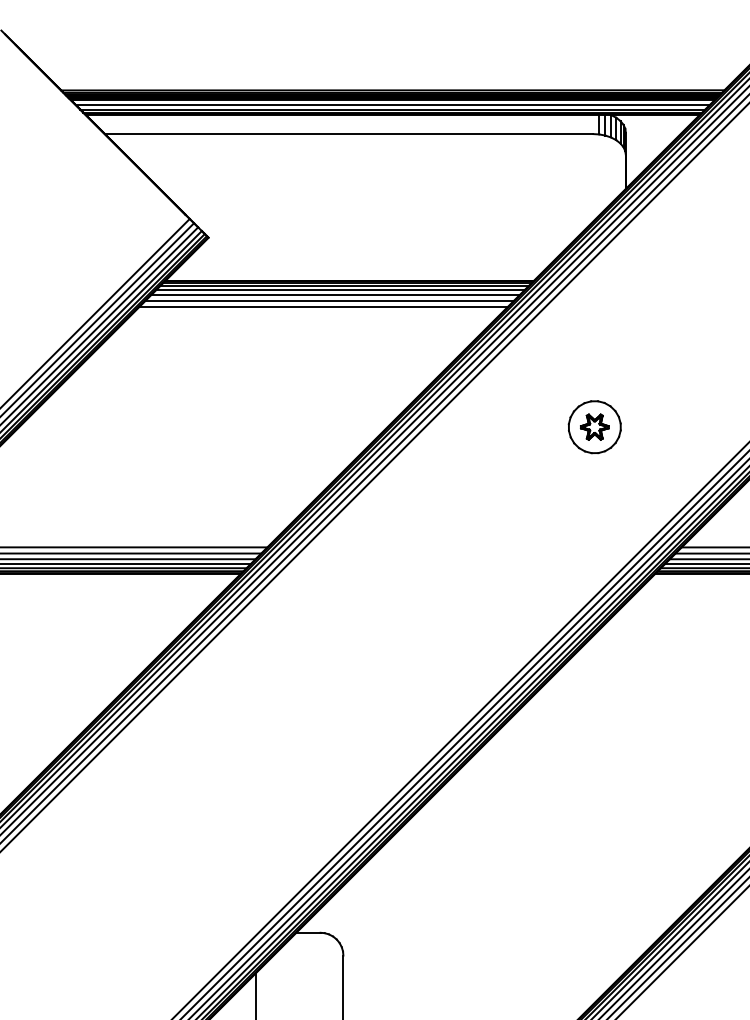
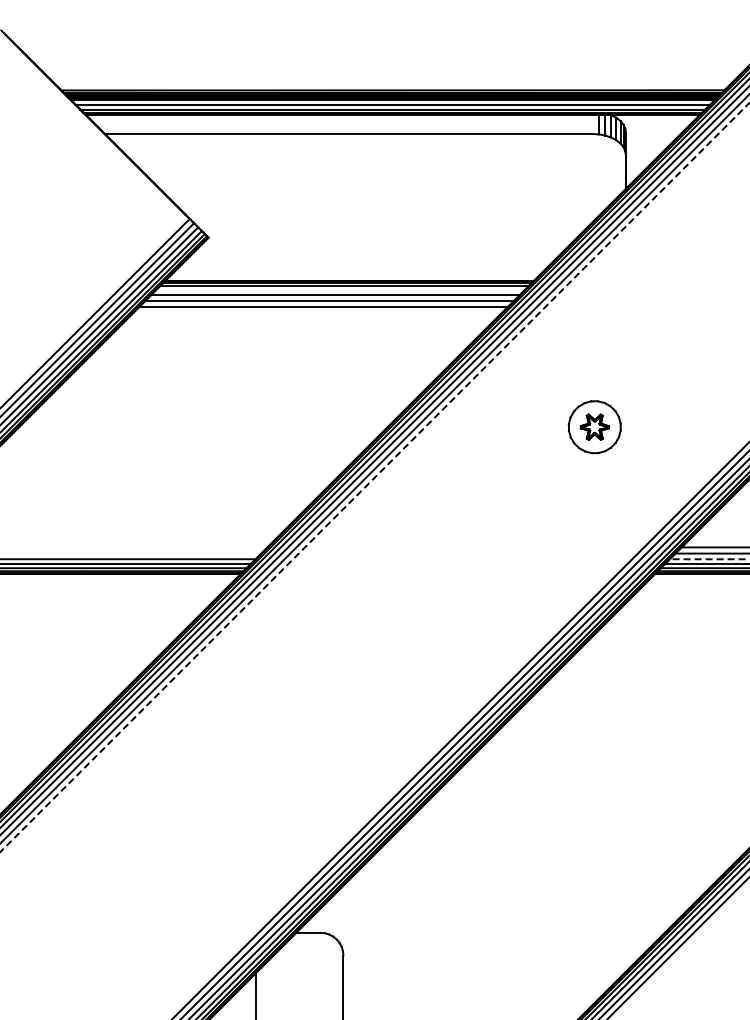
line at (340, 290): present -> none
line at (375, 477): solid -> dashed
line at (134, 547): present -> none
line at (131, 553): present -> none
line at (709, 559): solid -> dashed
line at (682, 952): present -> none
